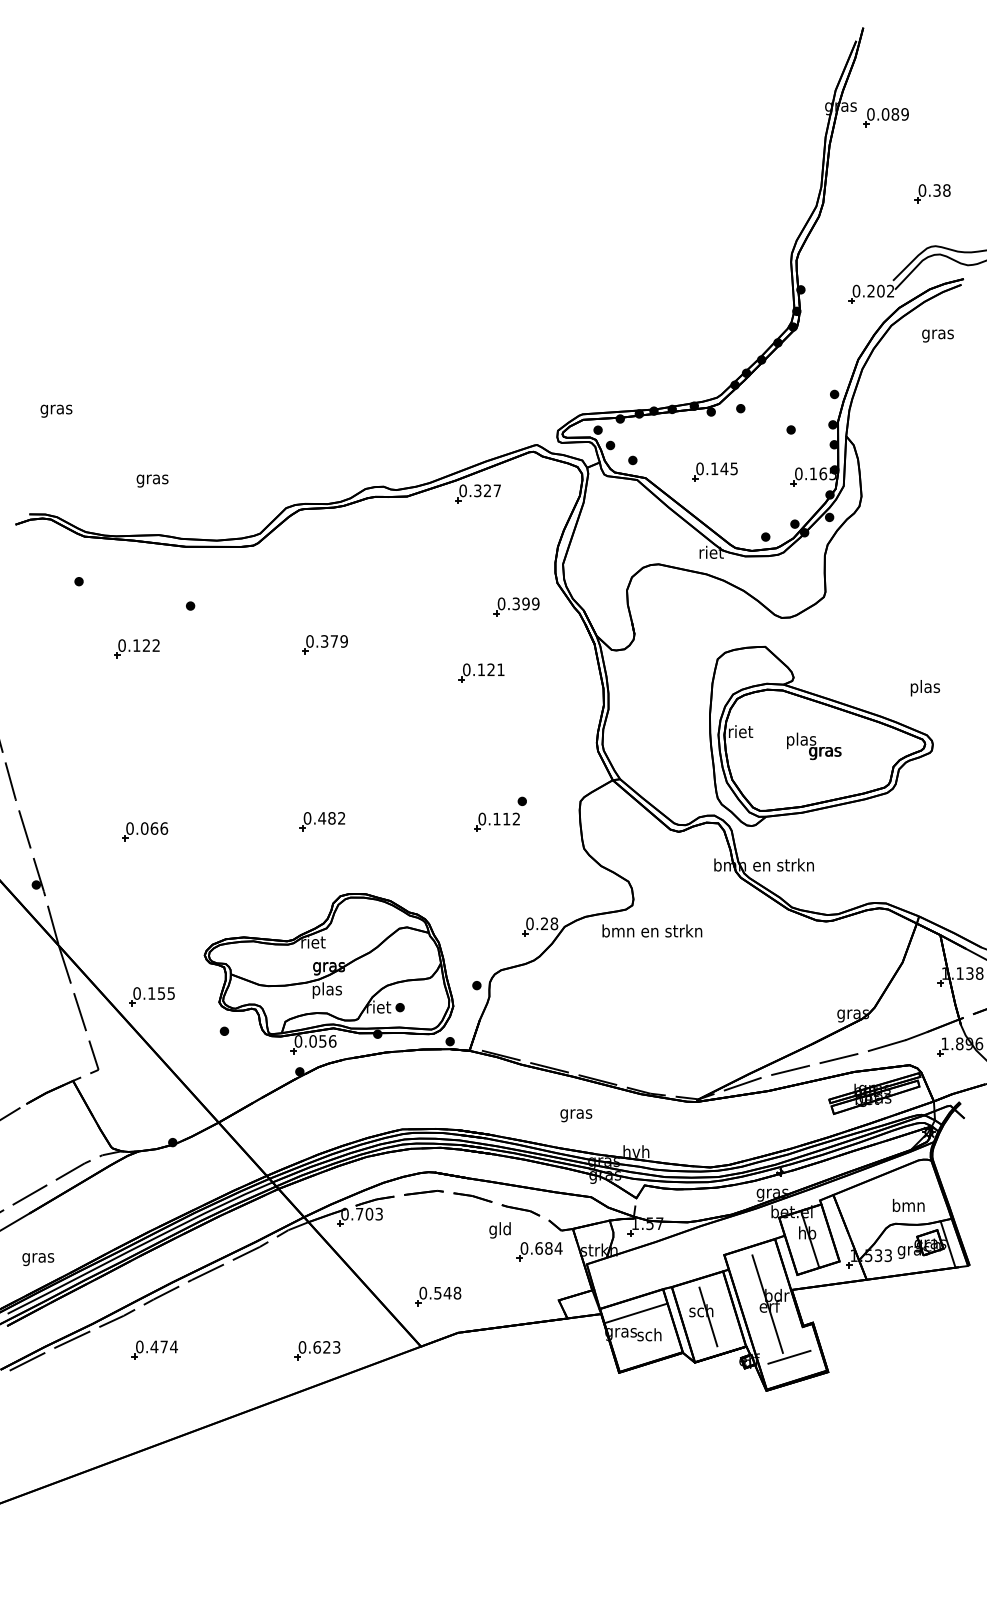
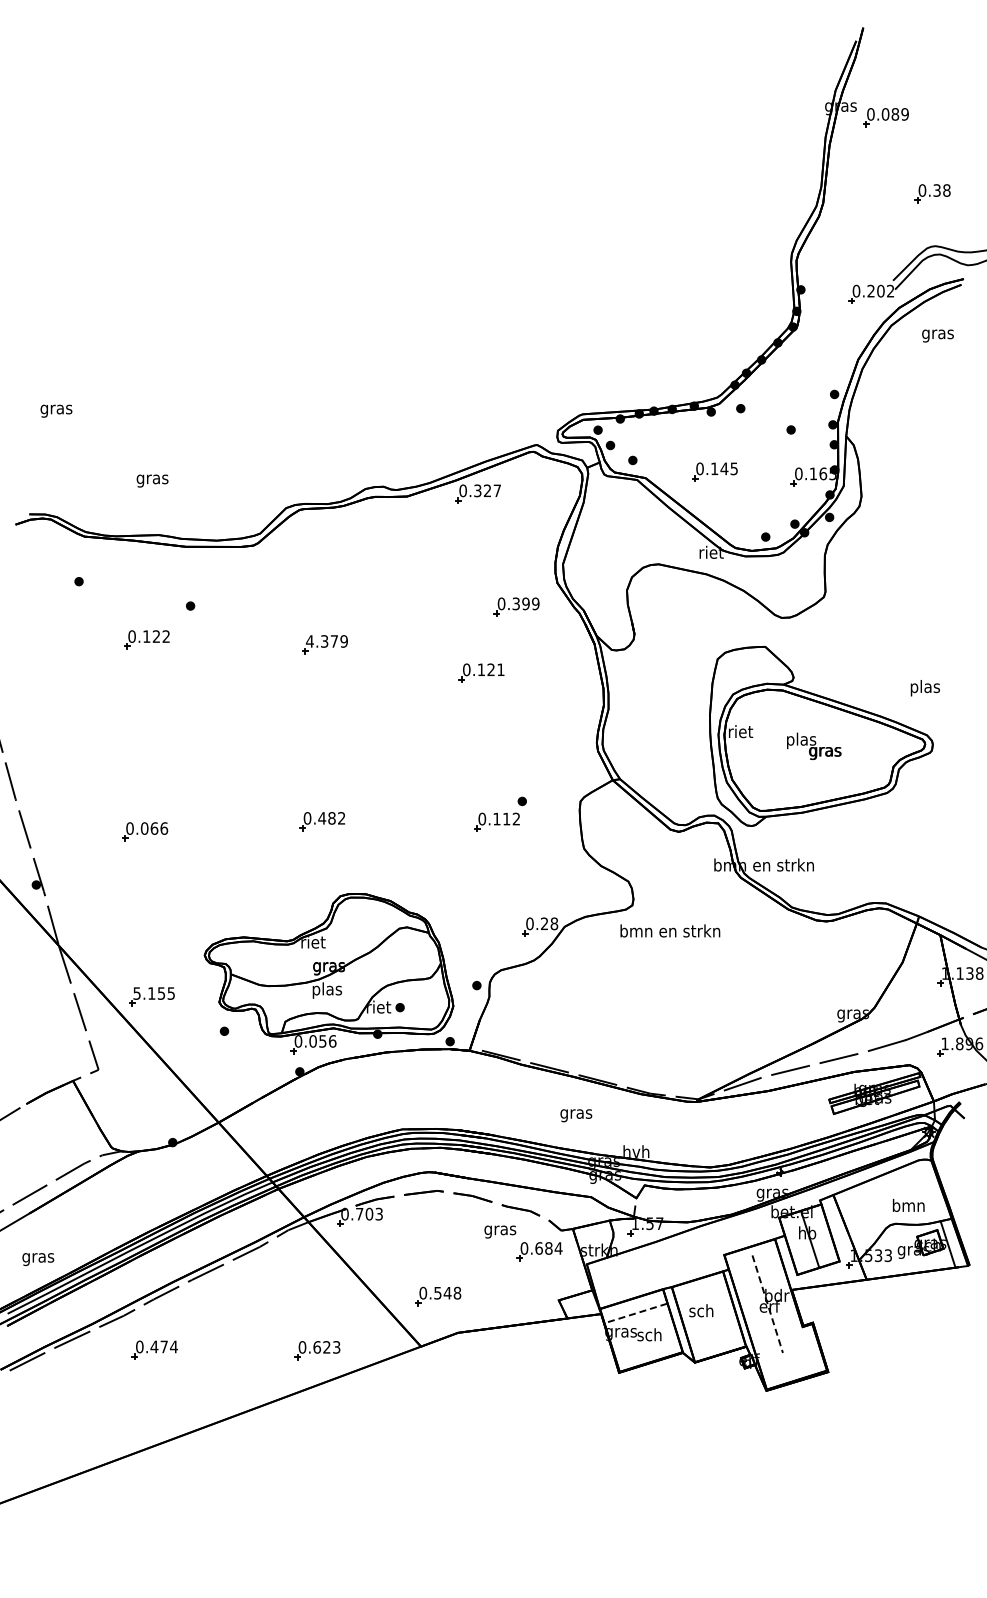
text at (309, 641): 0.379 -> 4.379
part at (136, 648) position: (136, 648) -> (146, 639)
text at (652, 930) position: (652, 930) -> (670, 930)
text at (136, 993): 0.155 -> 5.155
text at (500, 1230): gld -> gras
line at (767, 1304): solid -> dashed
line at (636, 1313): solid -> dashed
line at (708, 1316): present -> none
line at (789, 1356): present -> none
